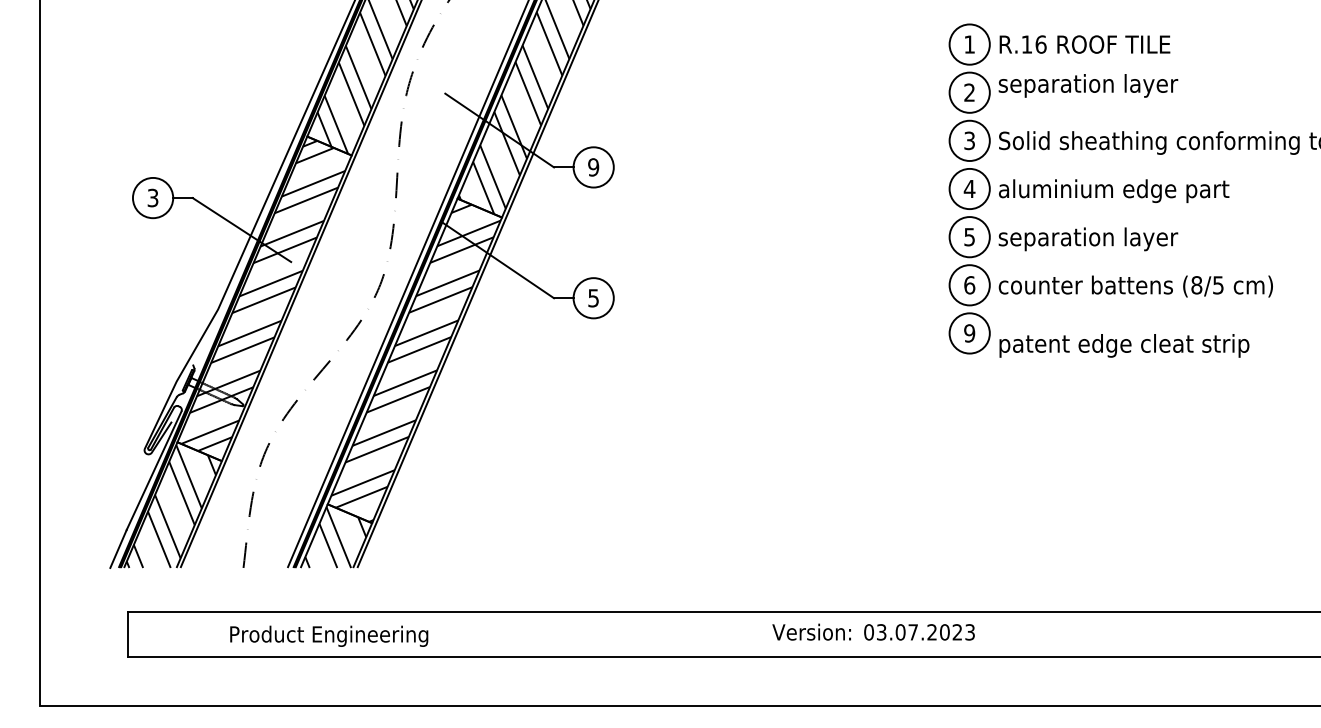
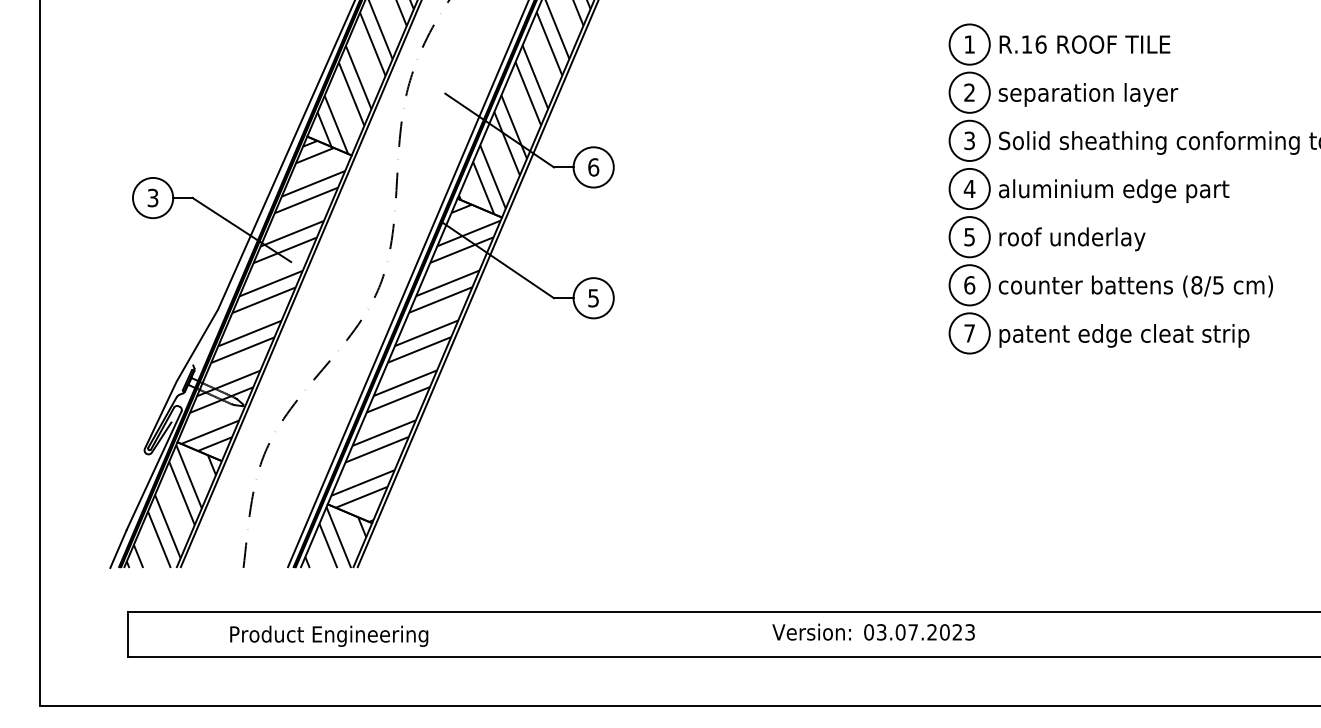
text at (1088, 85) position: (1088, 85) -> (1088, 94)
text at (593, 167): 9 -> 6
text at (1088, 239): separation layer -> roof underlay
text at (969, 333): 9 -> 7
text at (1124, 345) position: (1124, 345) -> (1124, 335)
